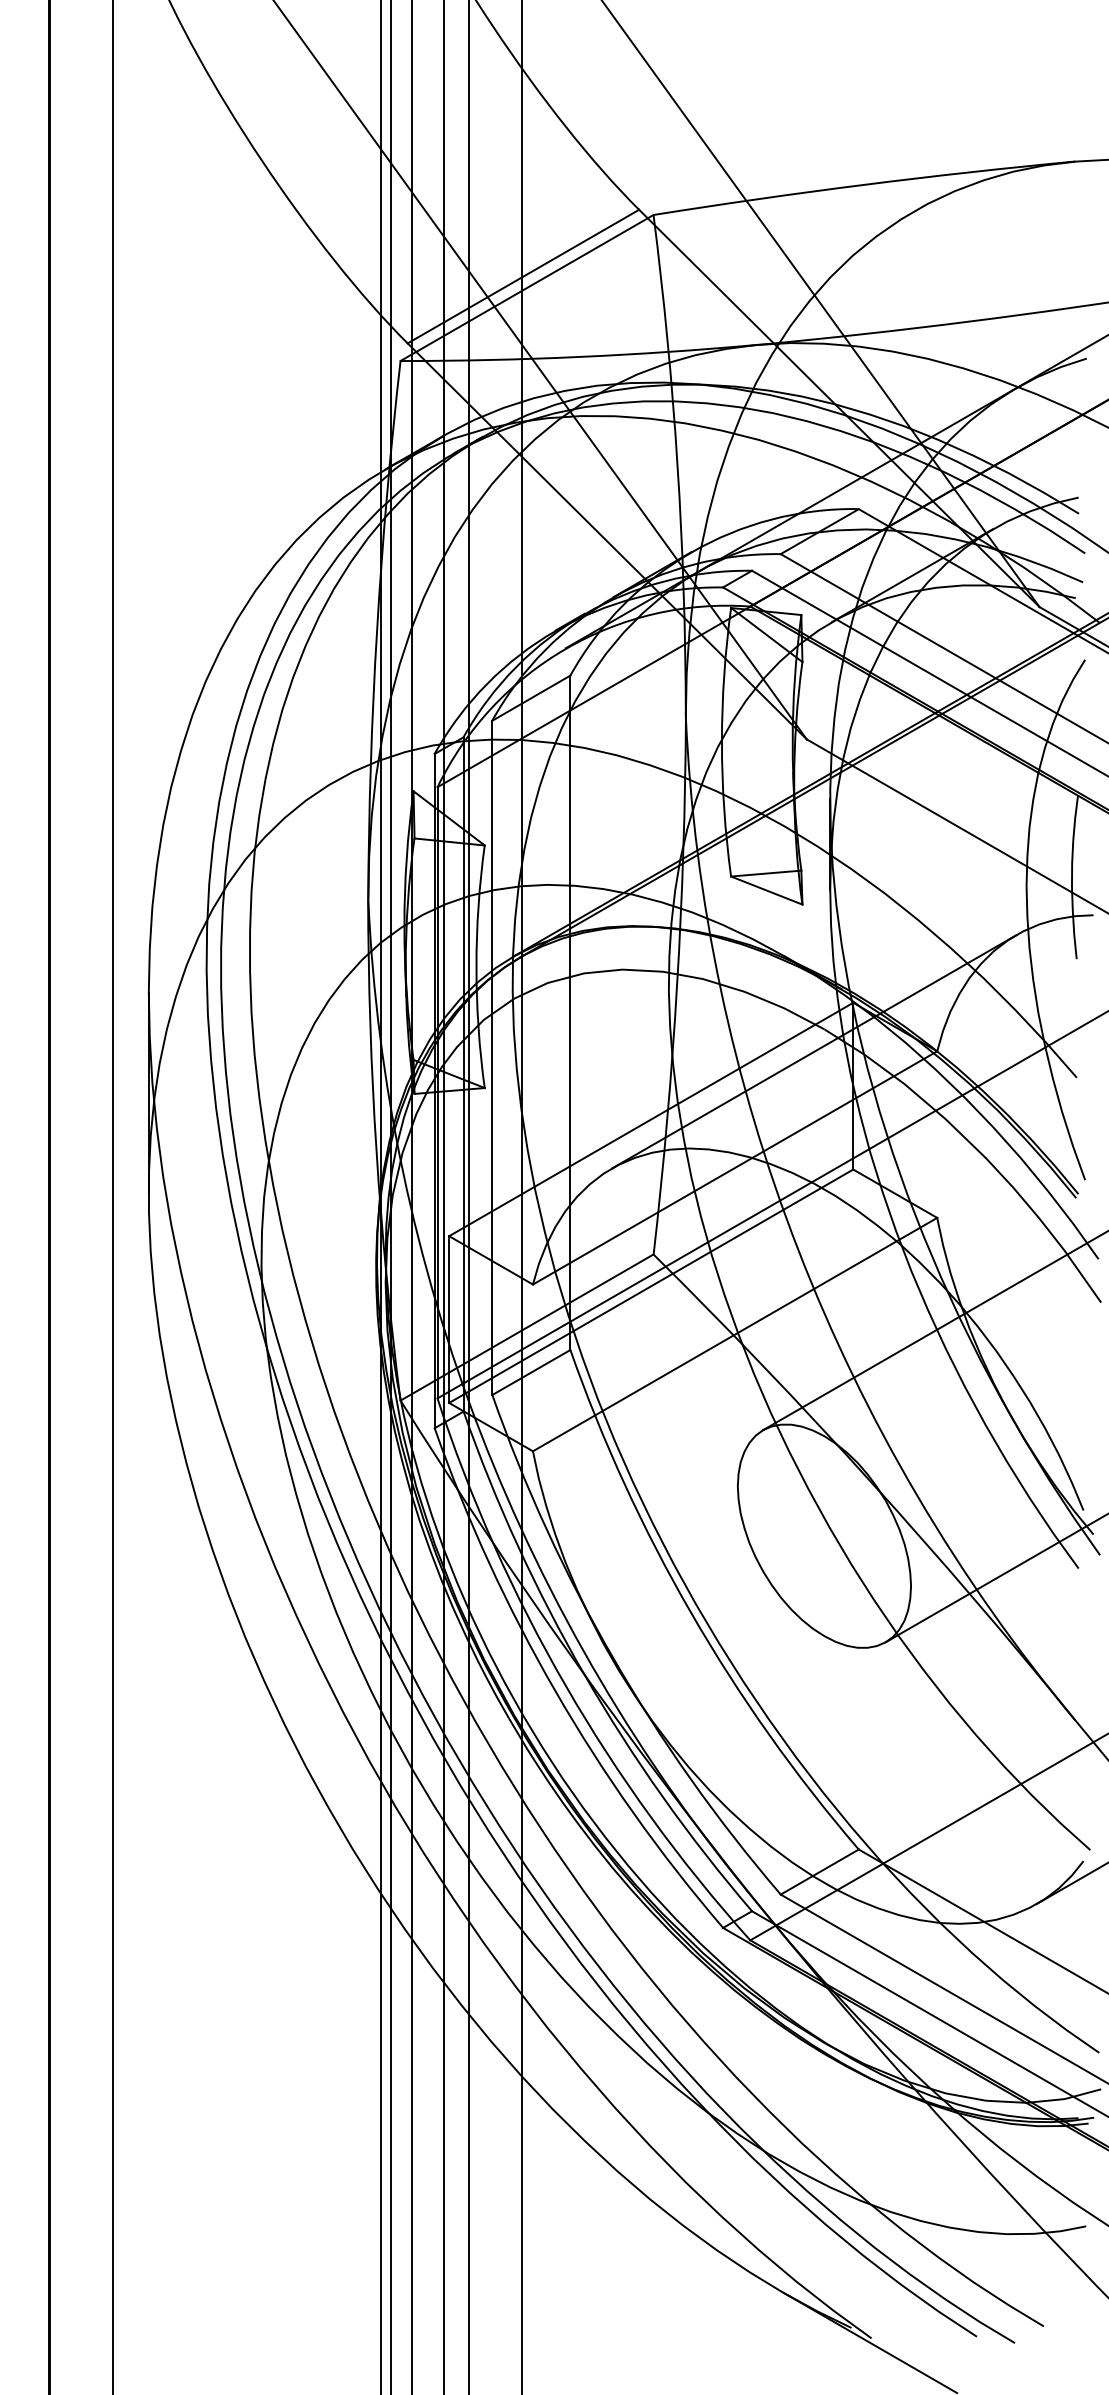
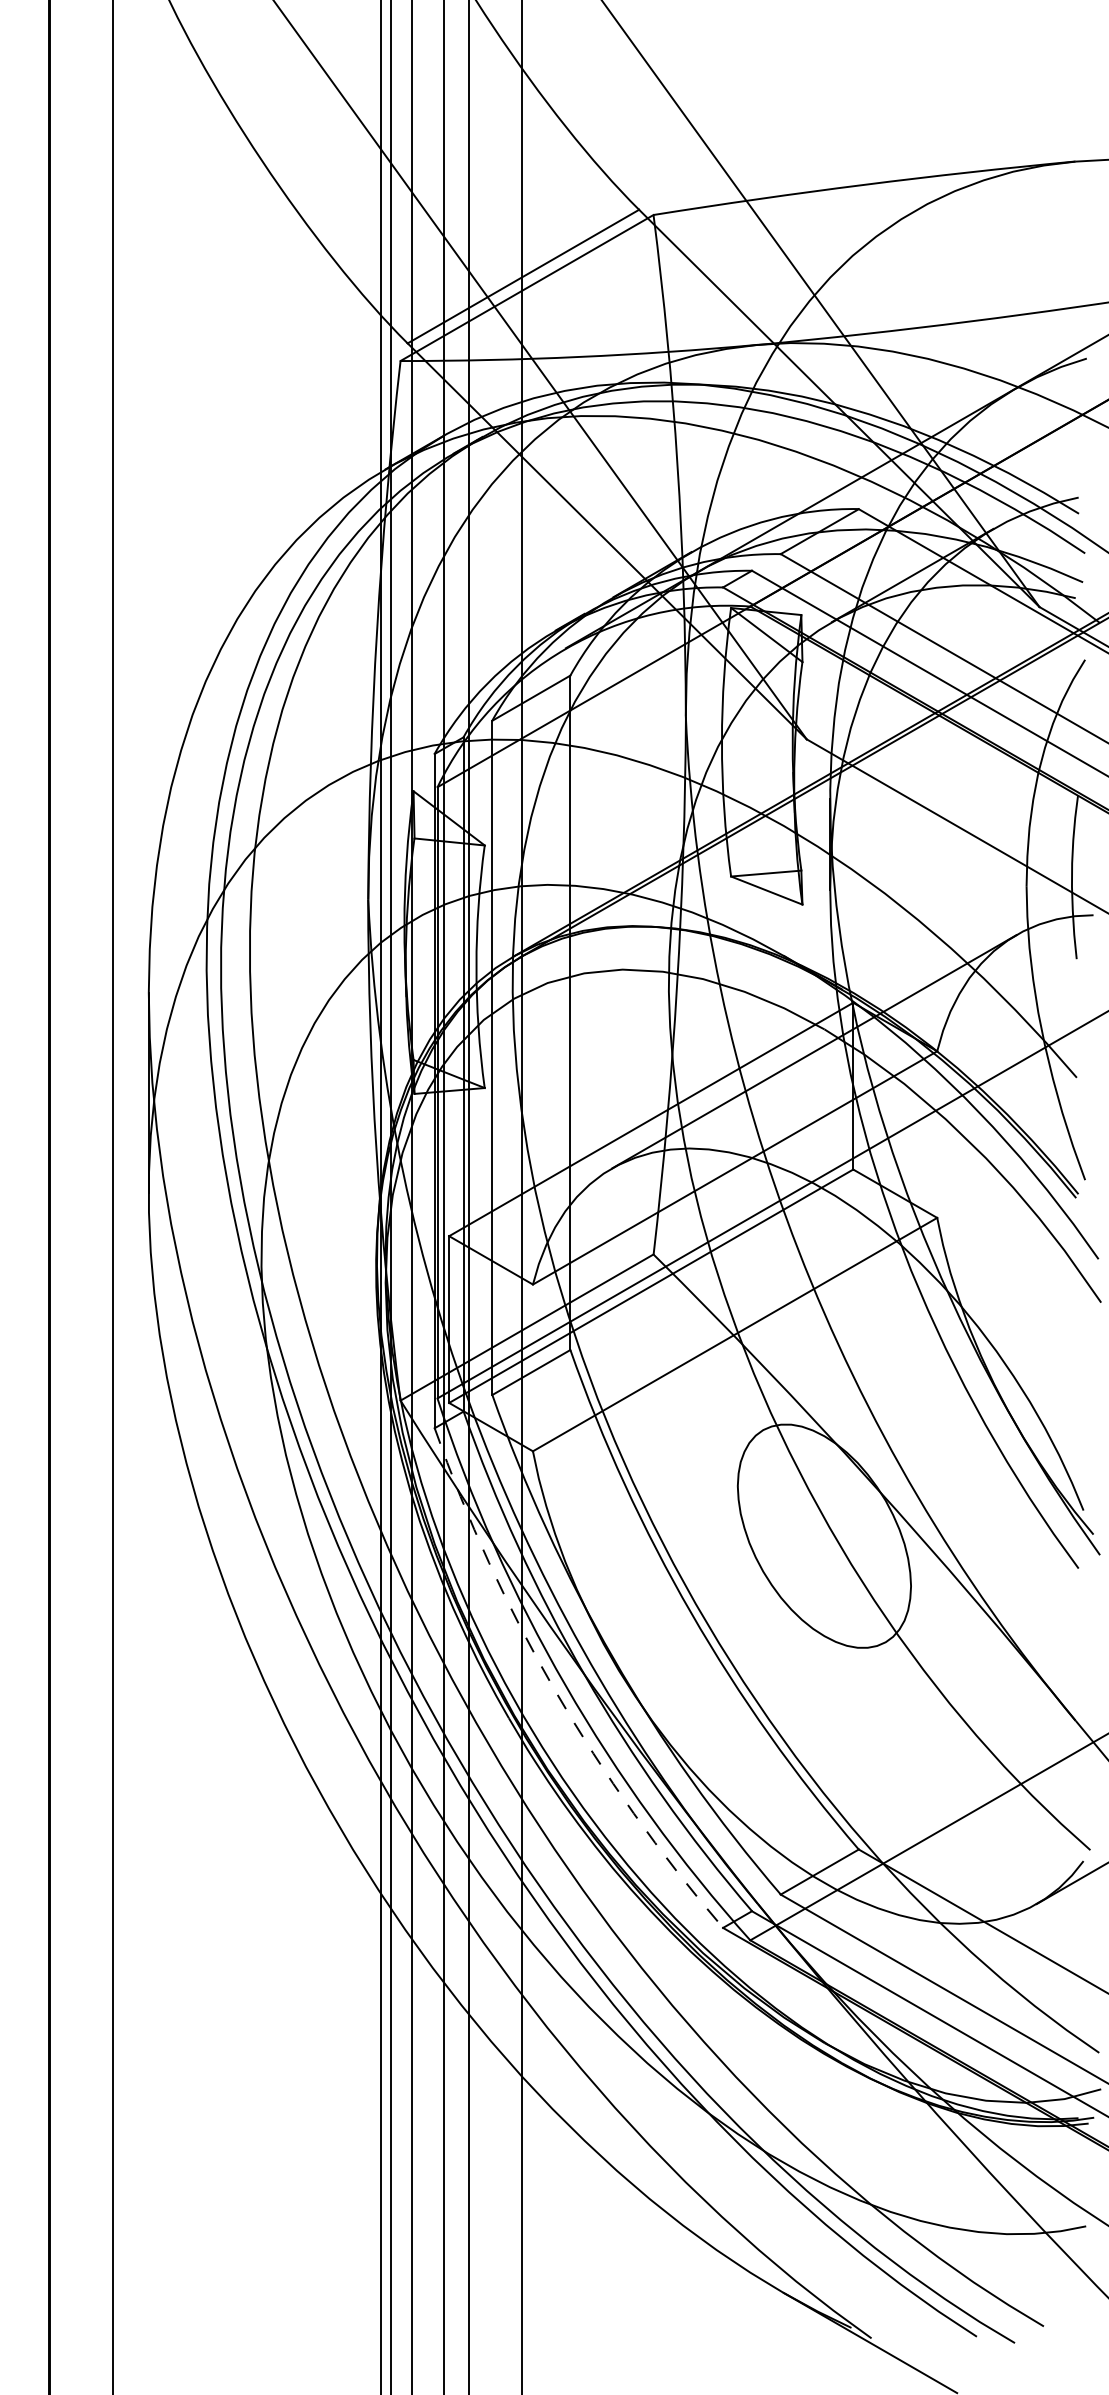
line at (934, 1331): present -> none
line at (995, 1578): present -> none
arc at (555, 1691): solid -> dashed
